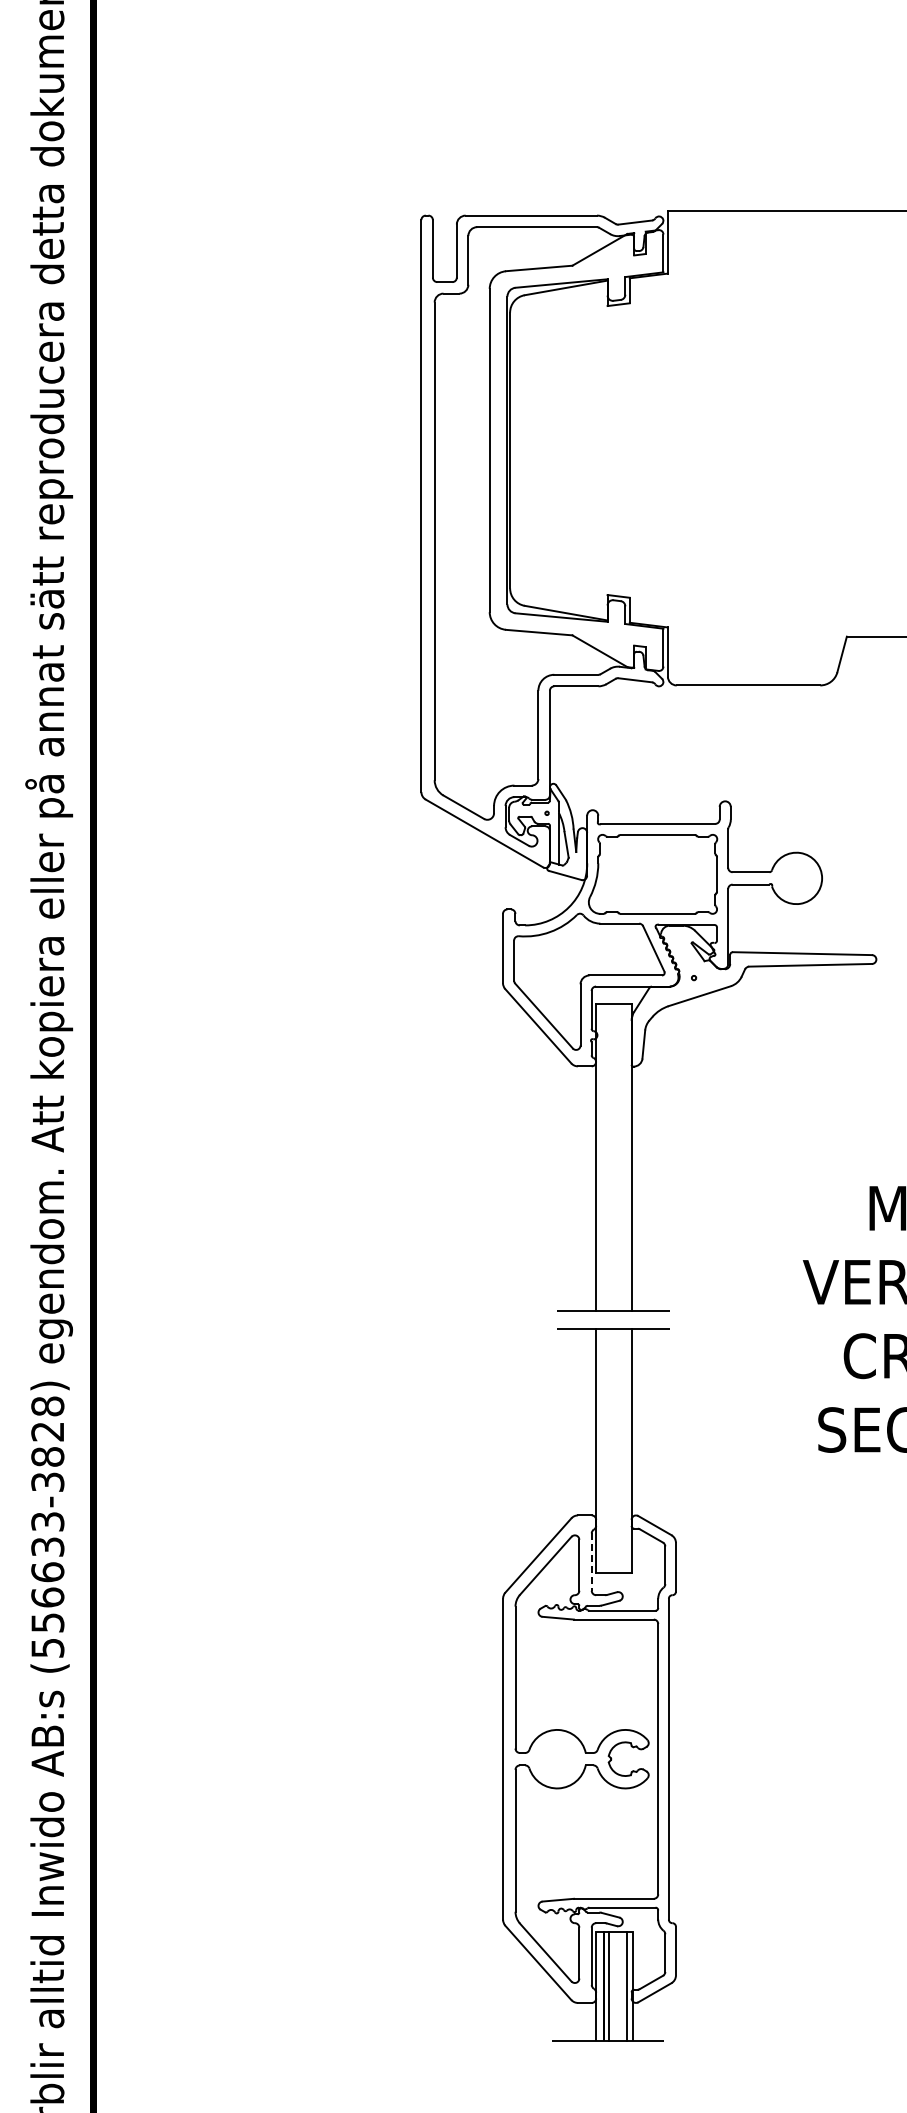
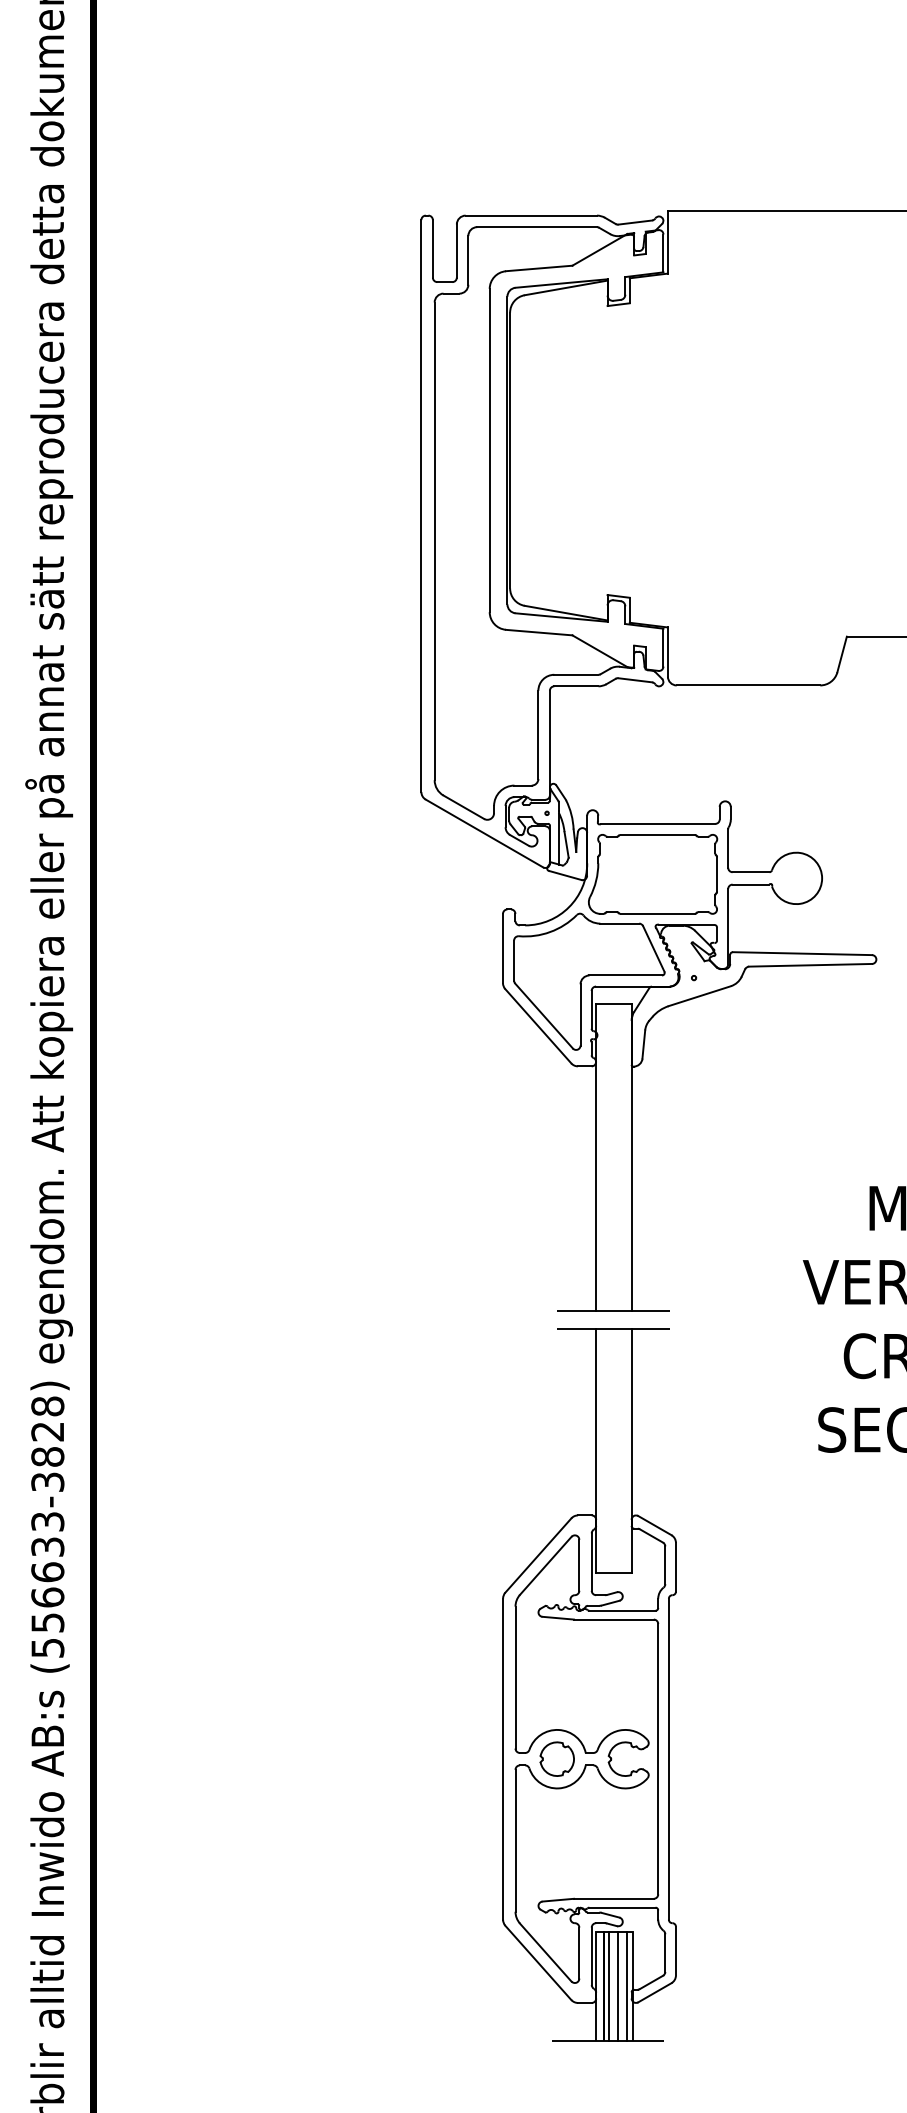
line at (591, 1562): dashed -> solid
part at (556, 1758): none -> present
line at (618, 1986): none -> present
